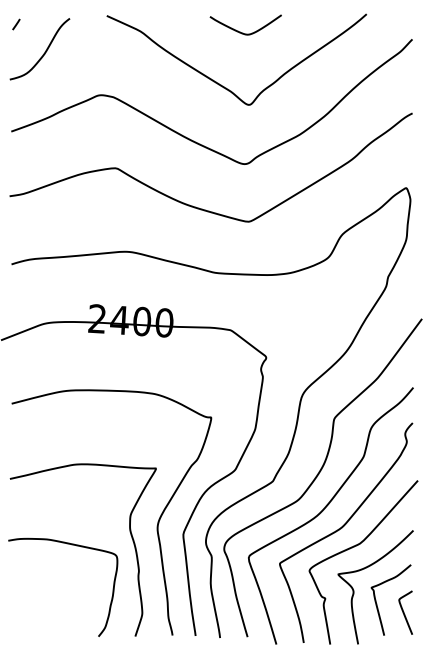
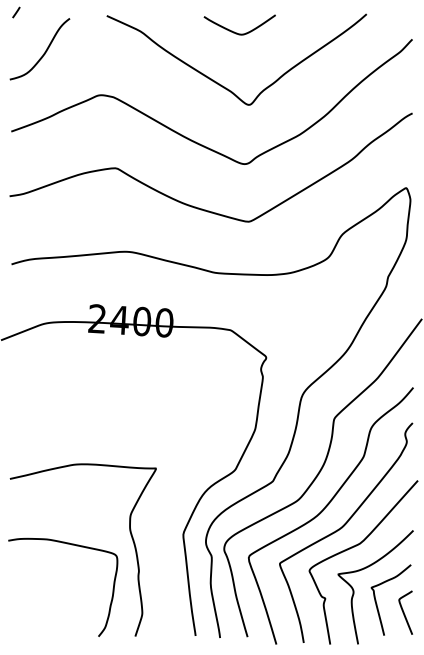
line at (16, 24) position: (16, 24) -> (16, 12)
curve at (243, 32) position: (243, 32) -> (237, 32)
curve at (157, 521): present -> none
